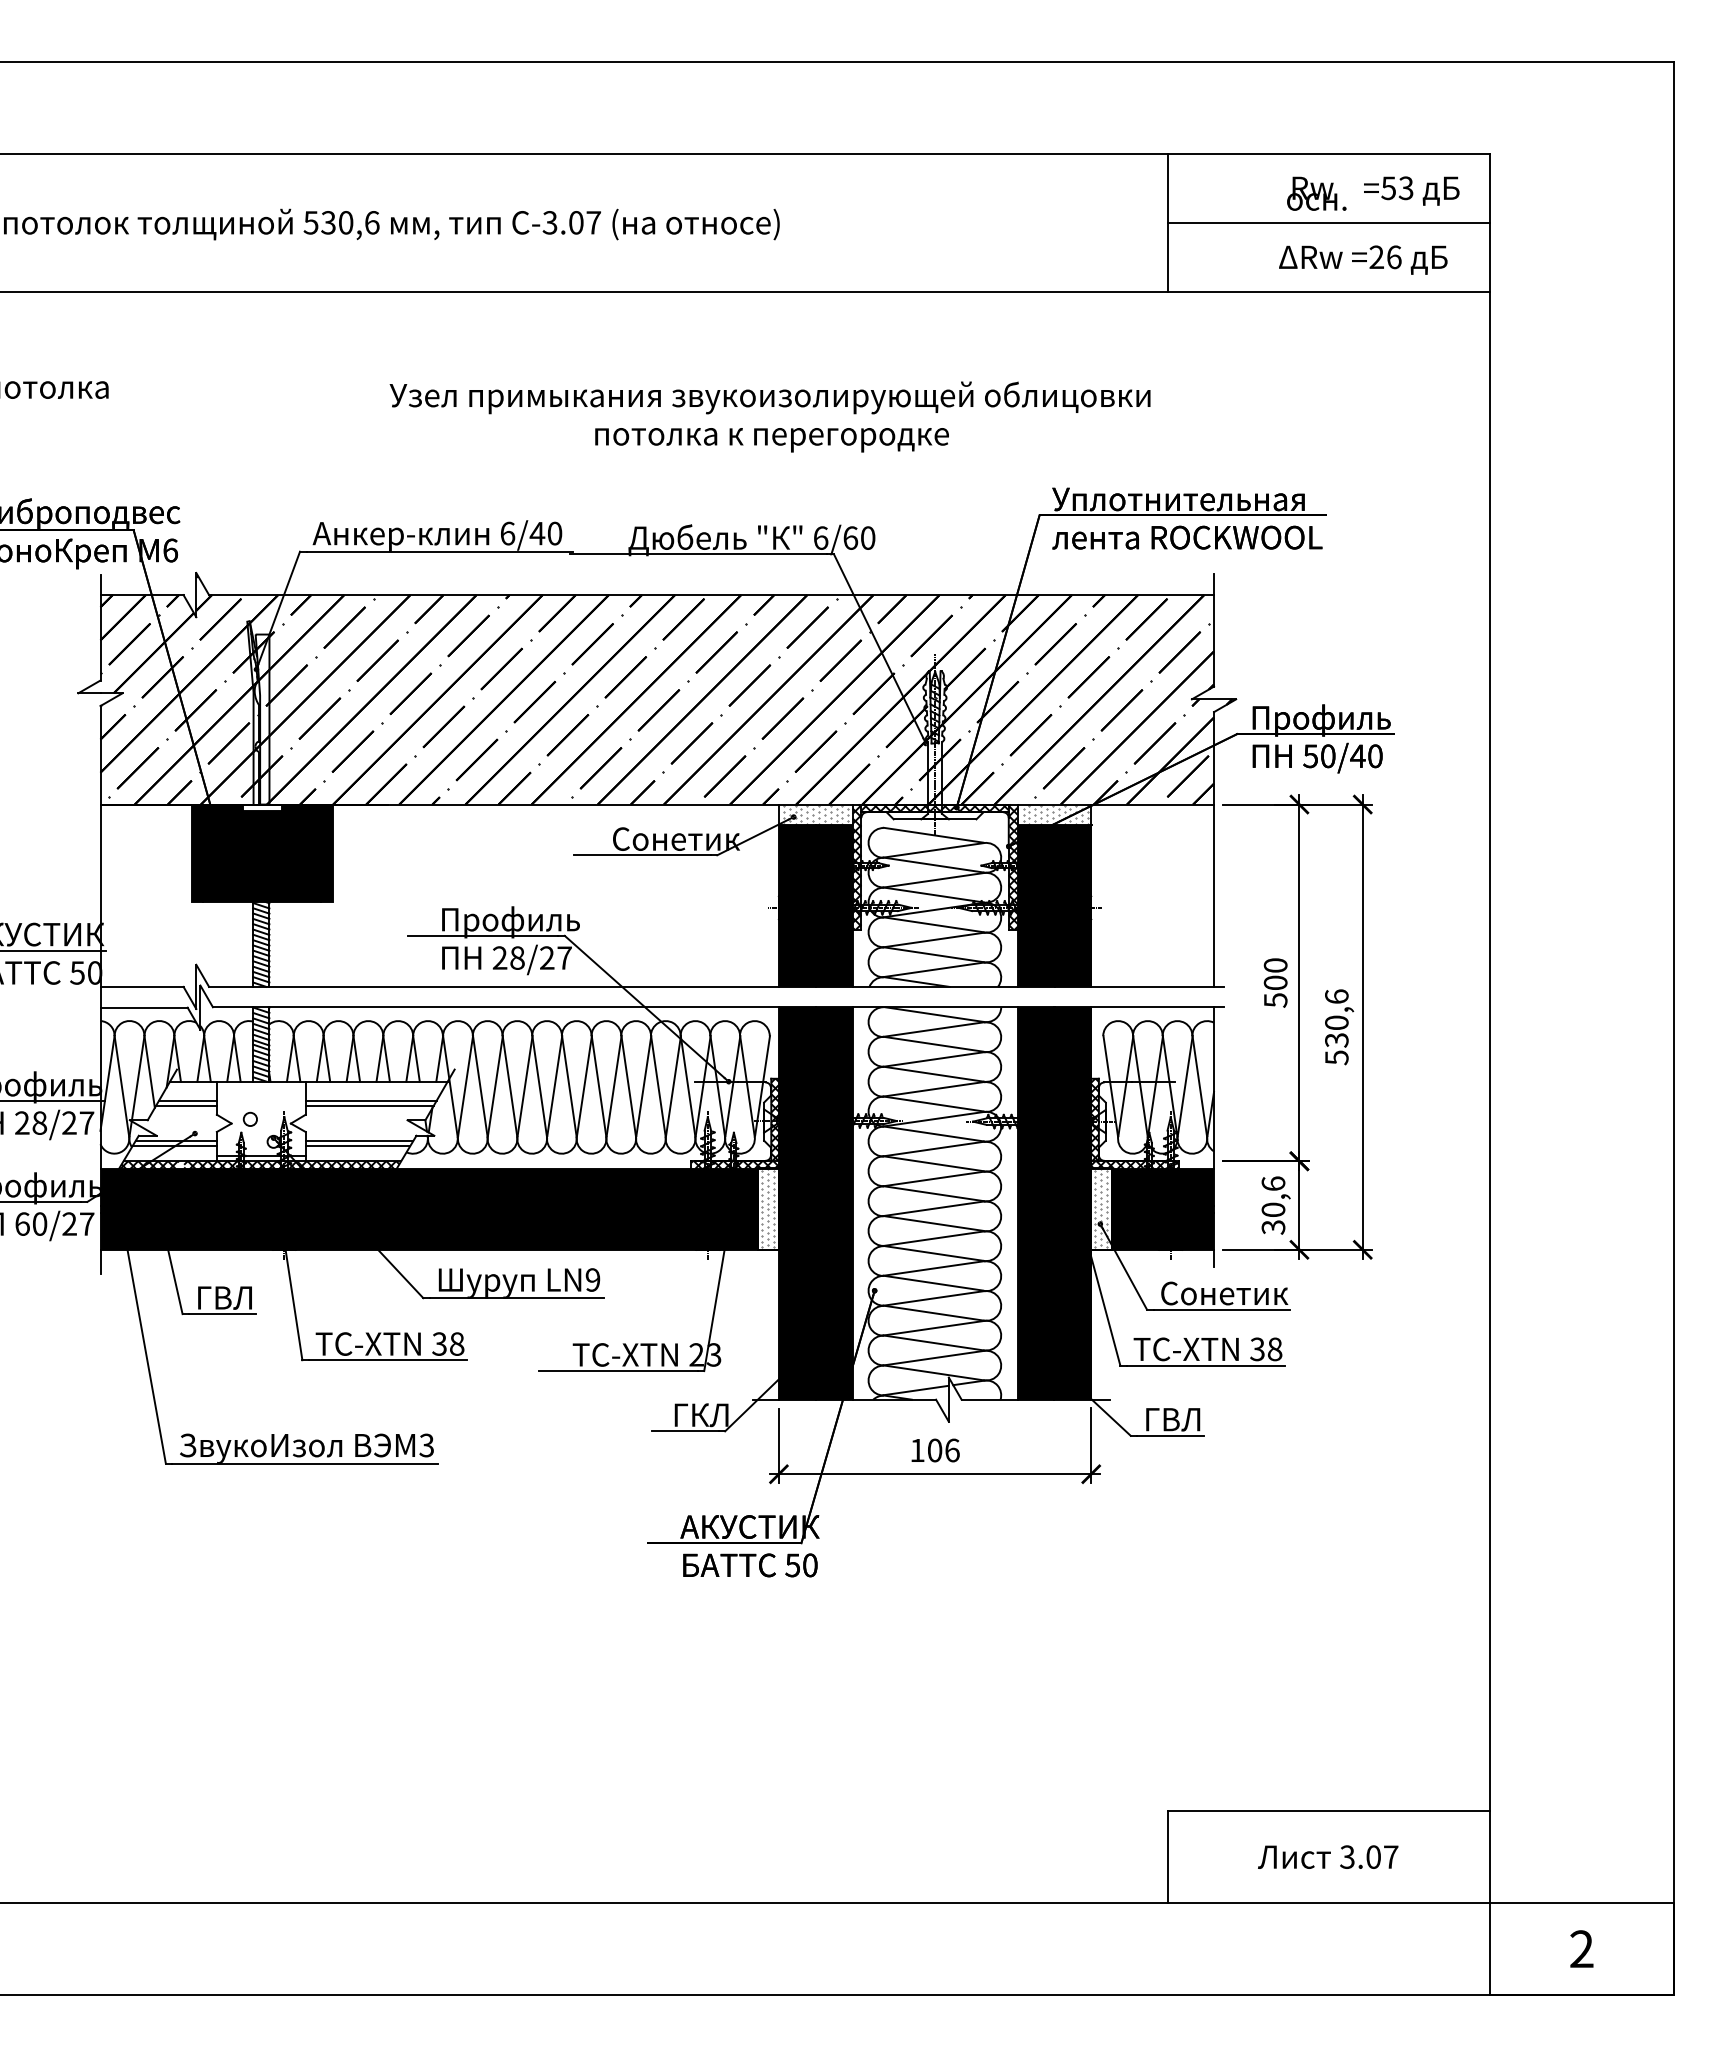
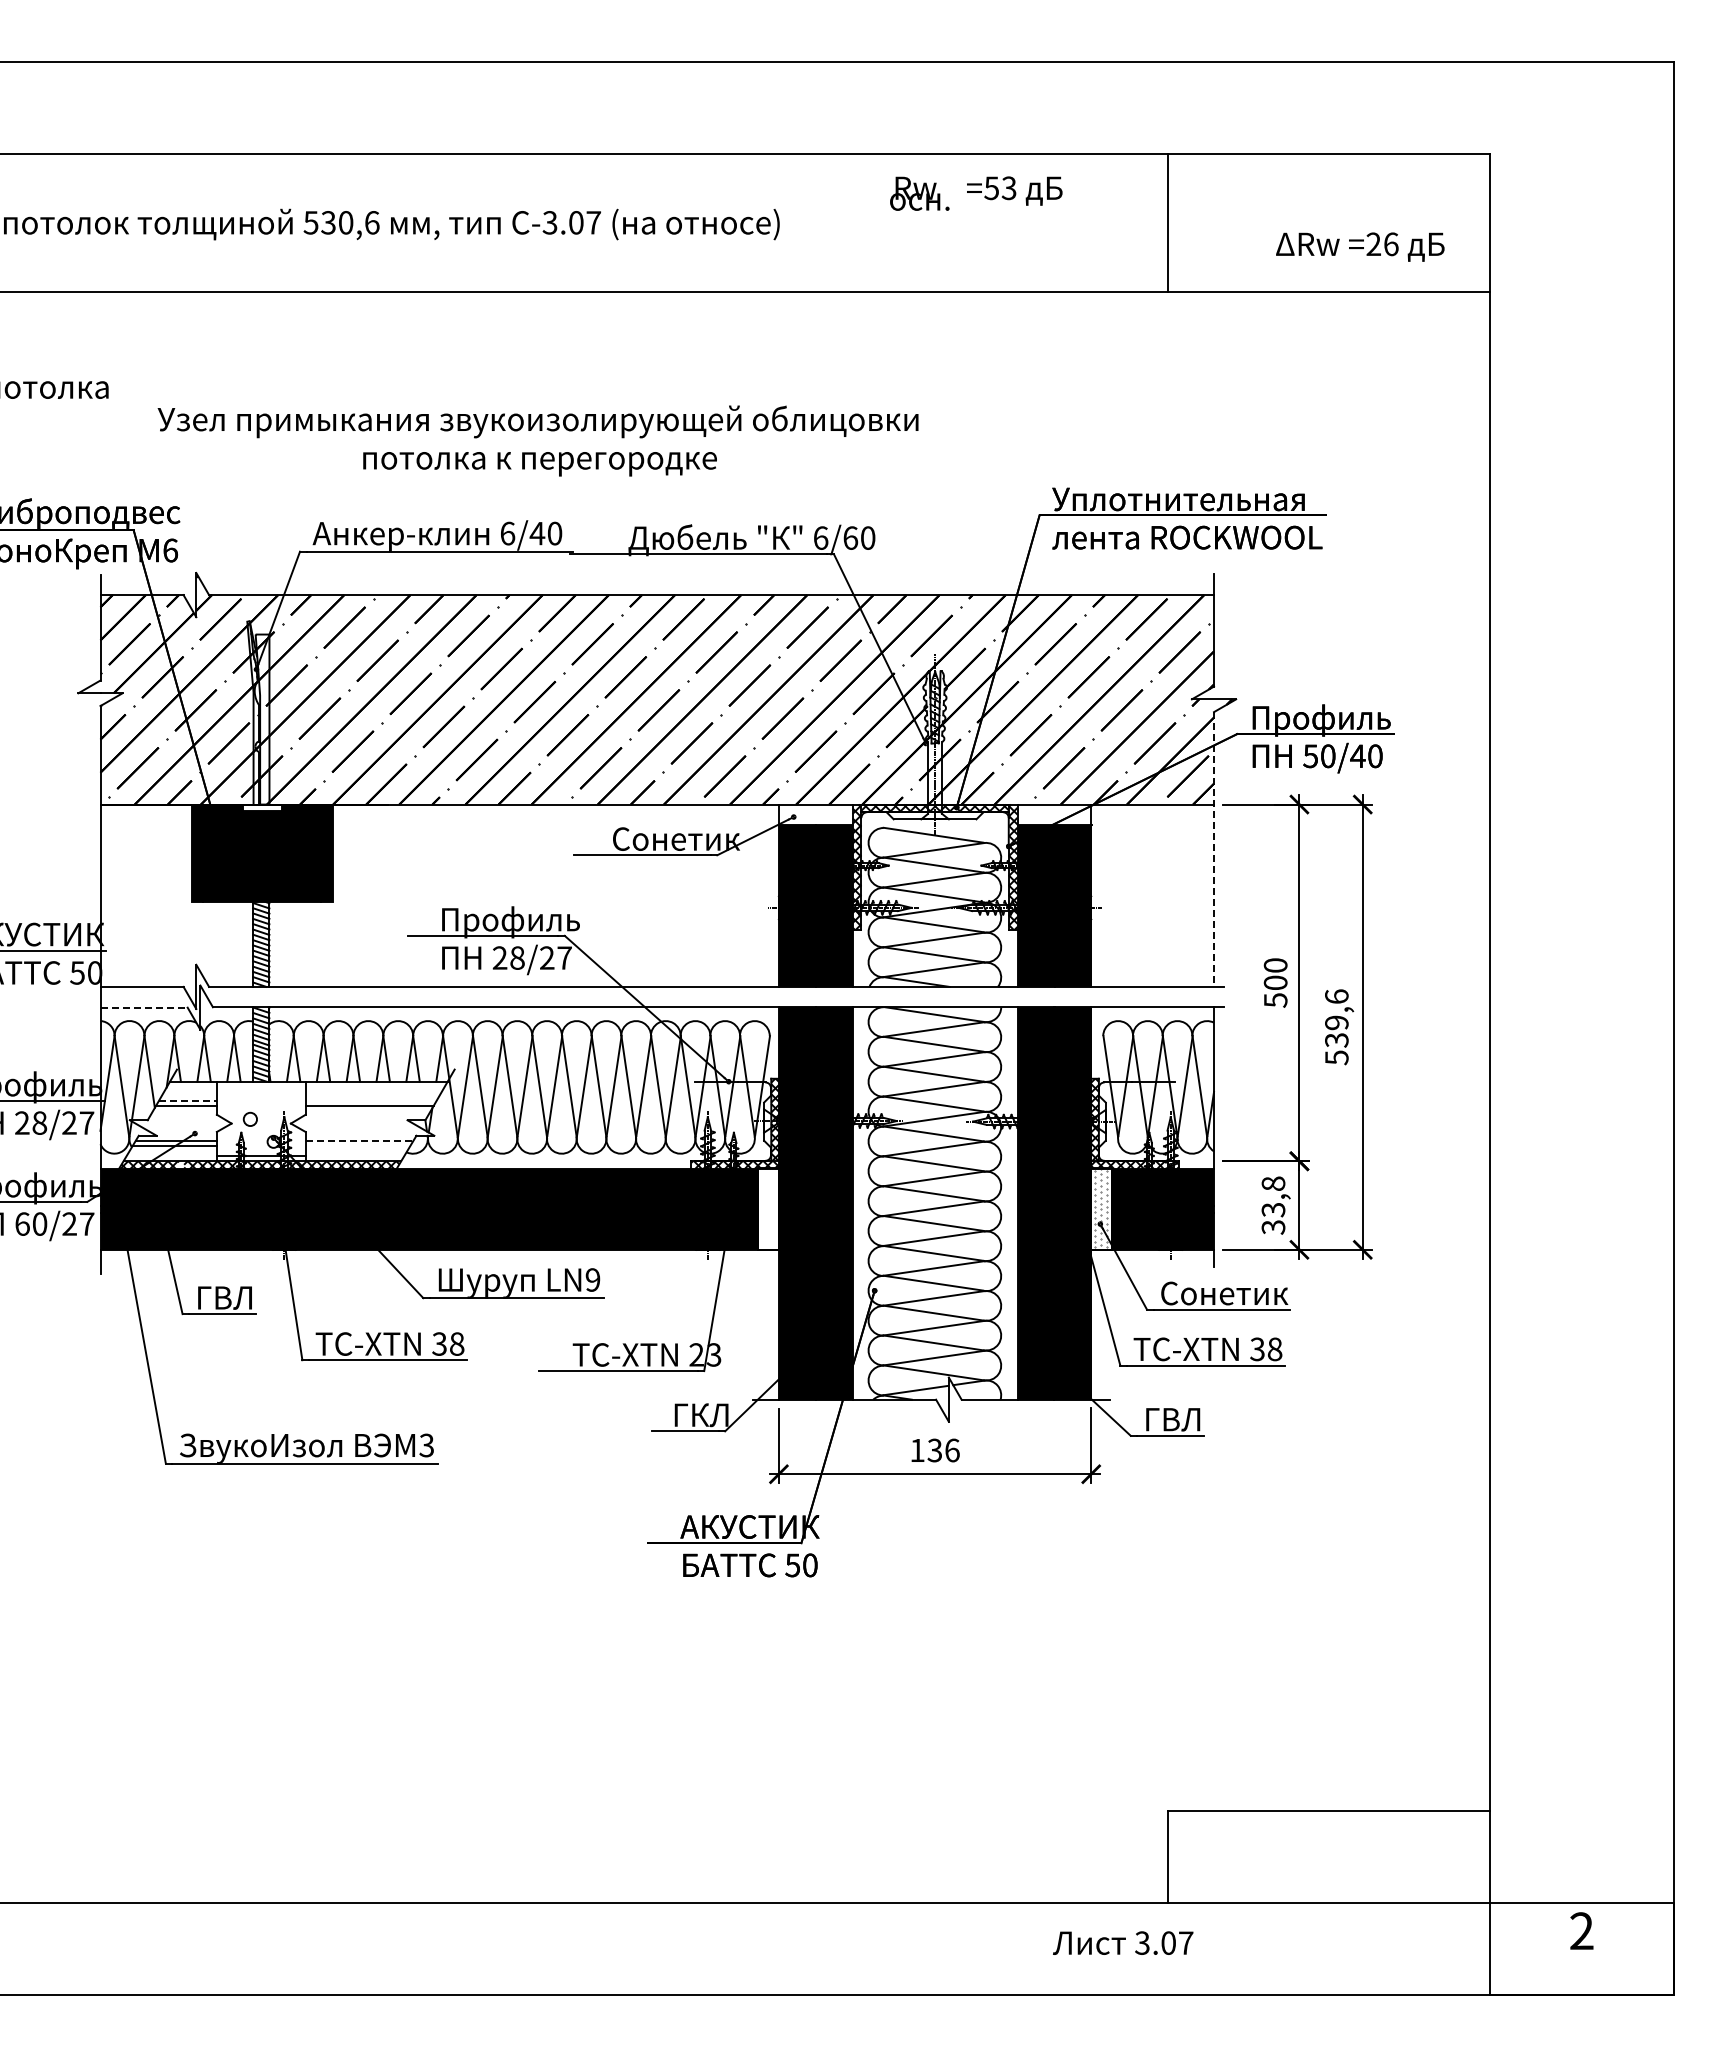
text at (1373, 193) position: (1373, 193) -> (976, 193)
line at (1328, 222): present -> none
text at (1363, 259) position: (1363, 259) -> (1360, 246)
text at (769, 416) position: (769, 416) -> (537, 440)
hatch at (815, 814): present -> none
hatch at (1055, 814): present -> none
line at (1214, 850): solid -> dashed
line at (144, 1007): solid -> dashed
text at (1336, 1022): 530,6 -> 539,6
line at (188, 1100): solid -> dashed
line at (370, 1100): present -> none
line at (359, 1140): solid -> dashed
line at (357, 1145): present -> none
text at (1273, 1196): 30,6 -> 33,8
hatch at (767, 1207): present -> none
text at (934, 1450): 106 -> 136
text at (1328, 1856) position: (1328, 1856) -> (1123, 1942)
text at (1581, 1948) position: (1581, 1948) -> (1581, 1930)
